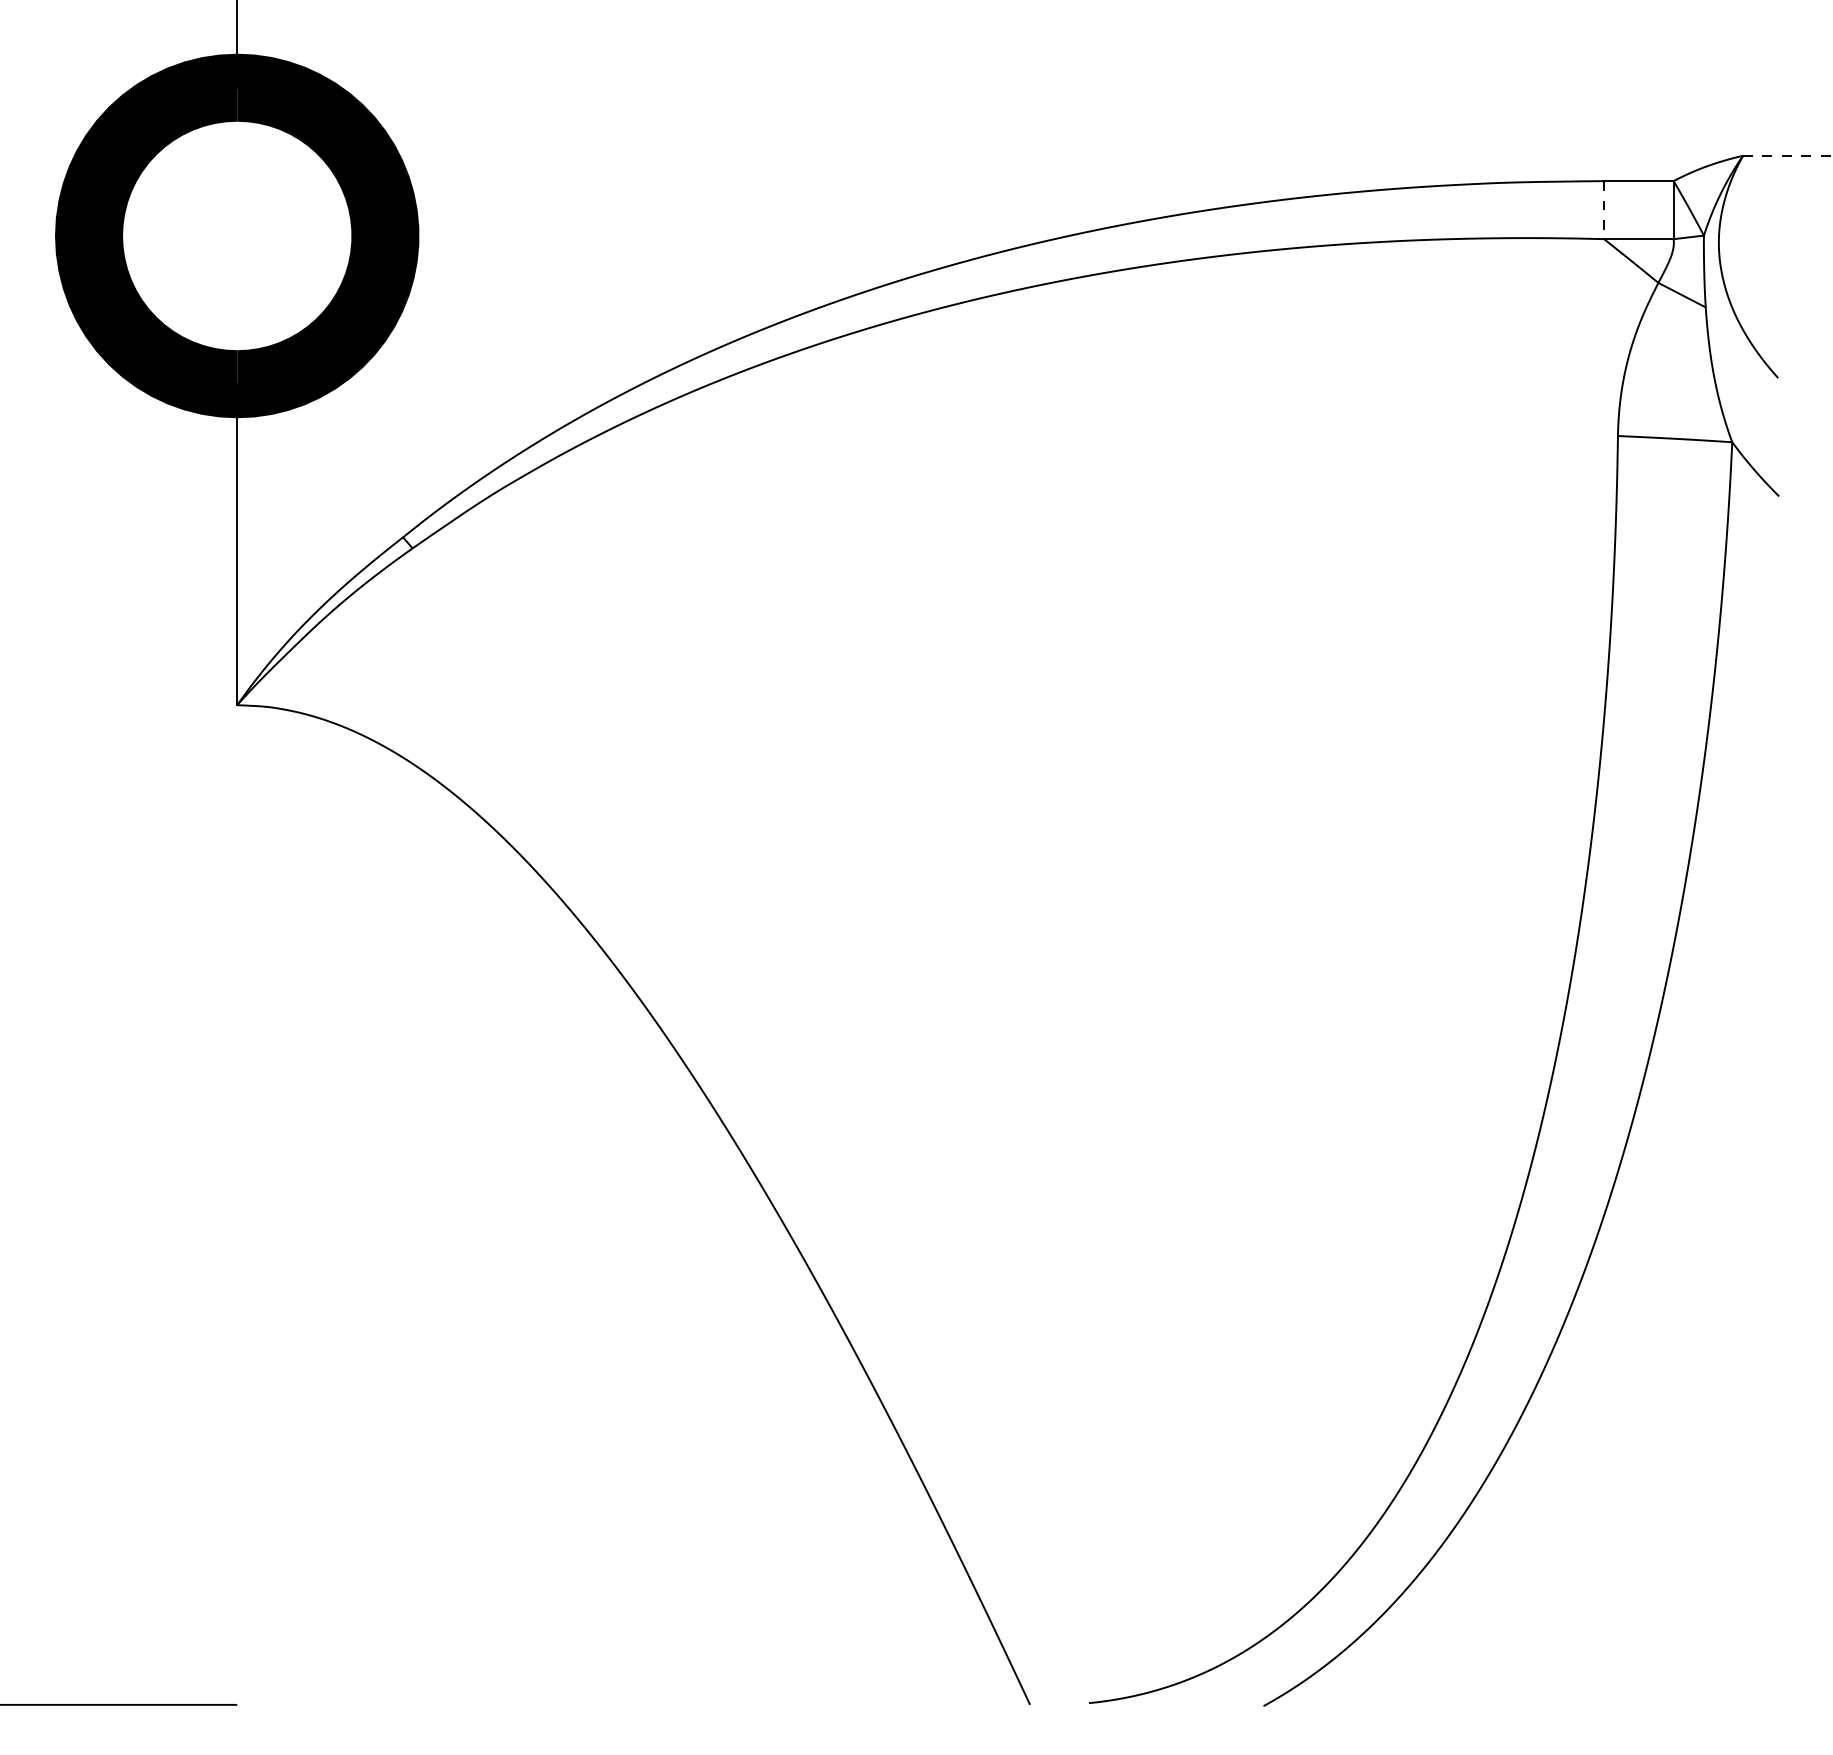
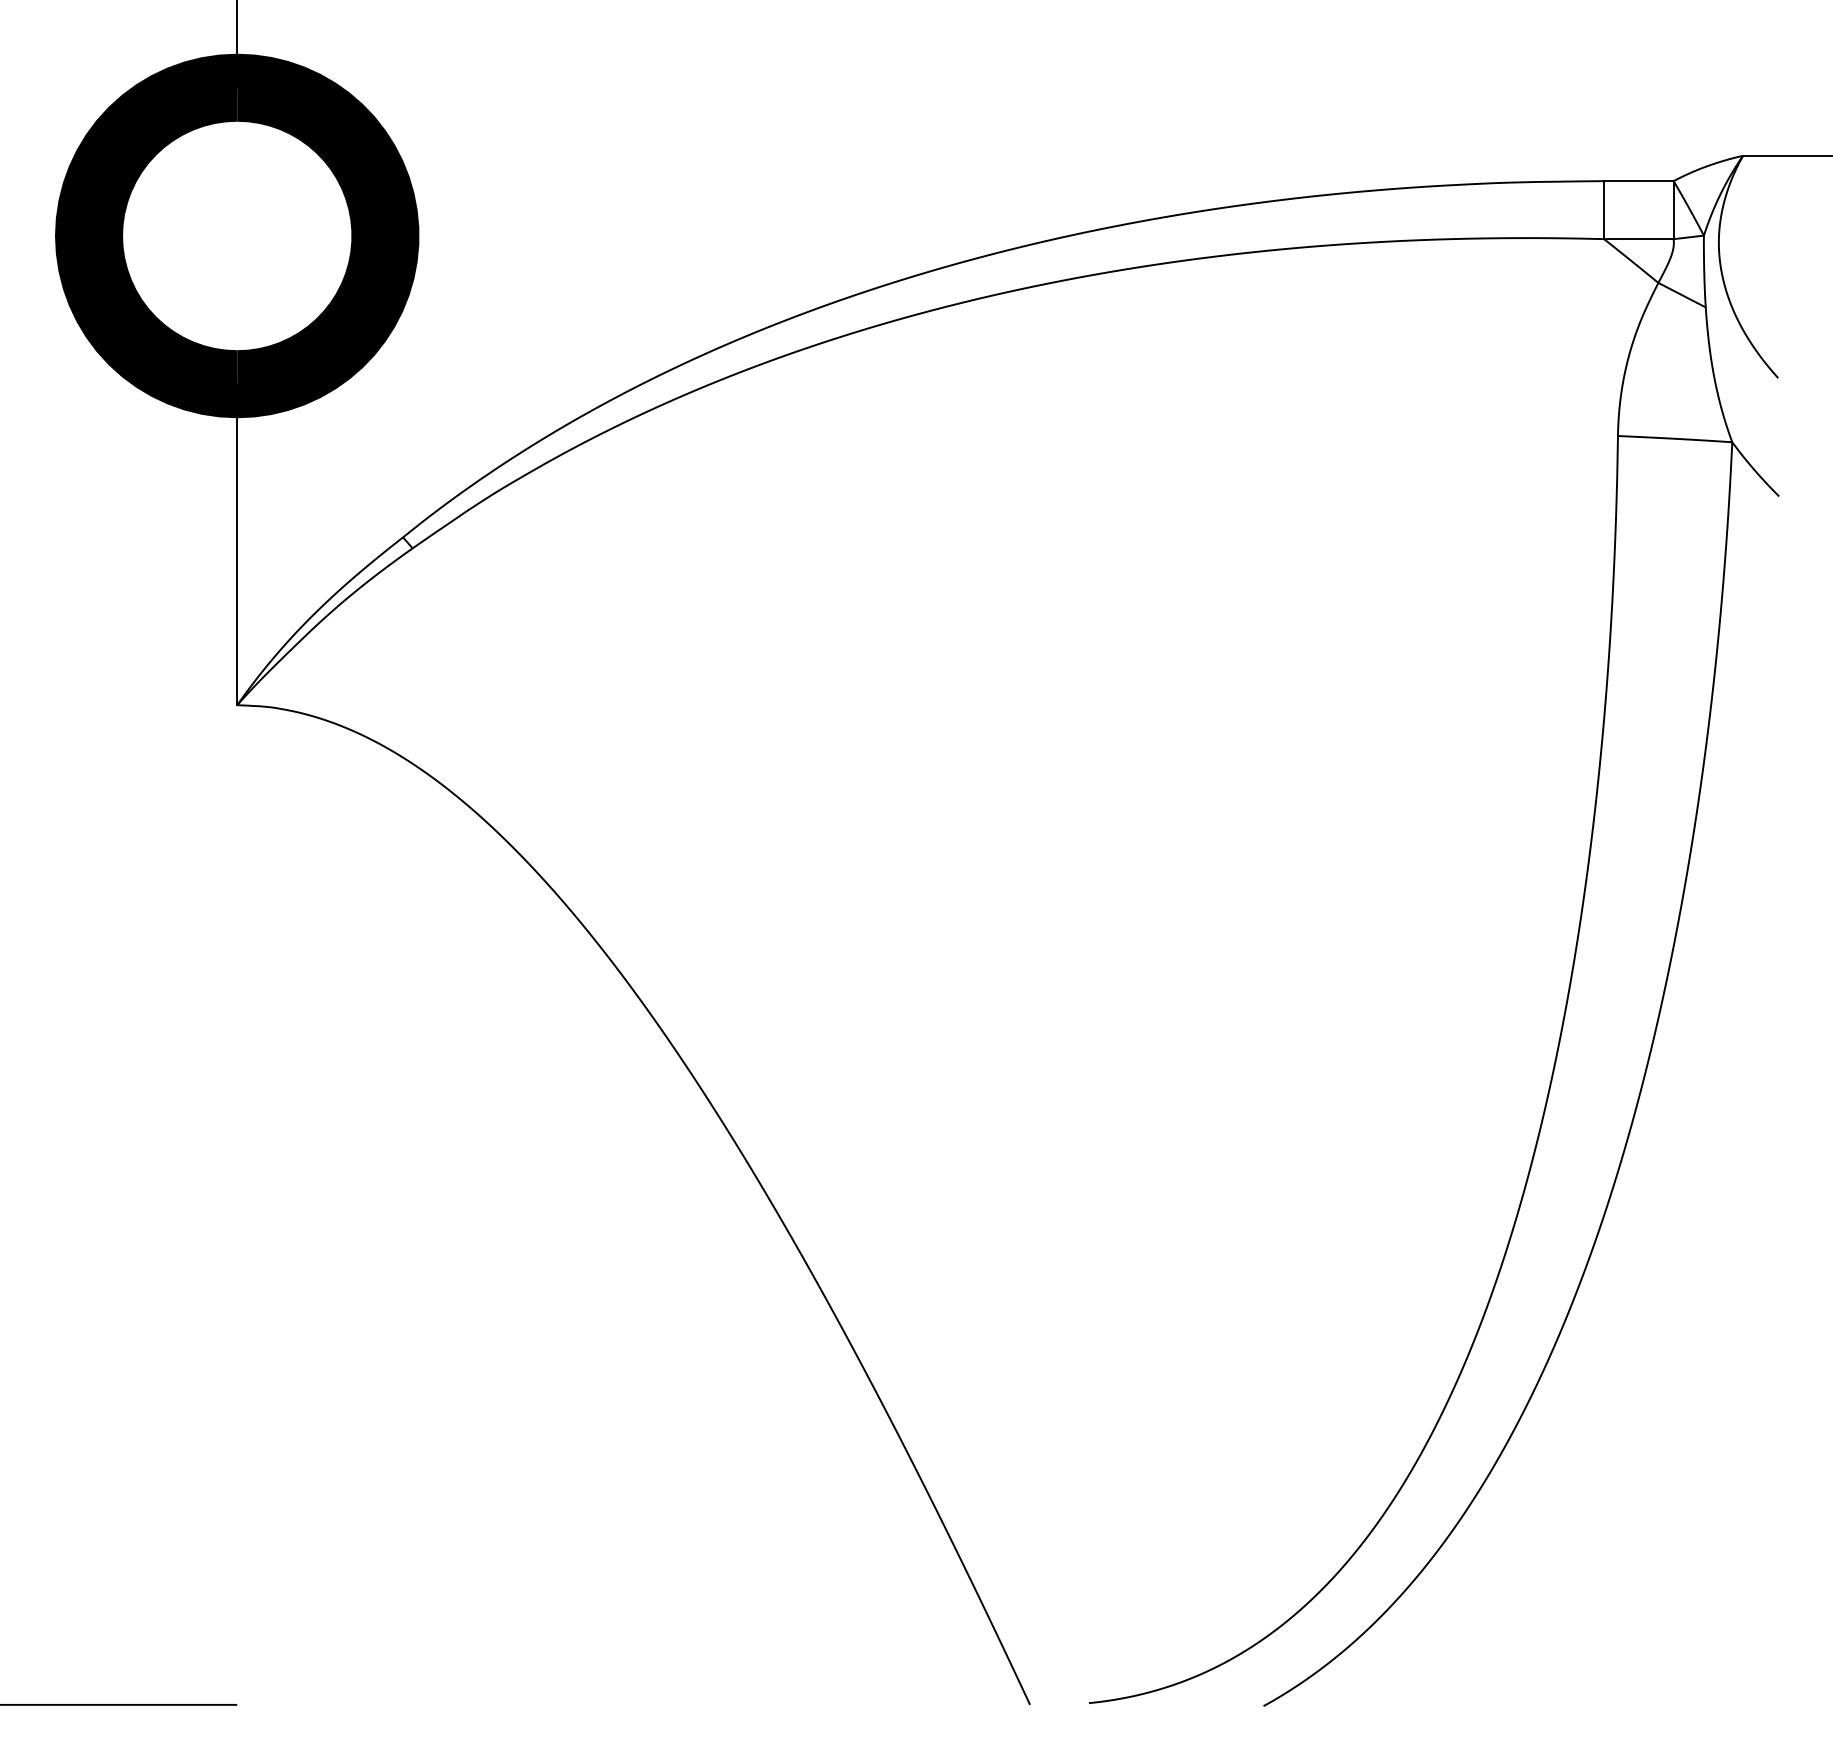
line at (1788, 155): dashed -> solid
line at (1604, 210): dashed -> solid
